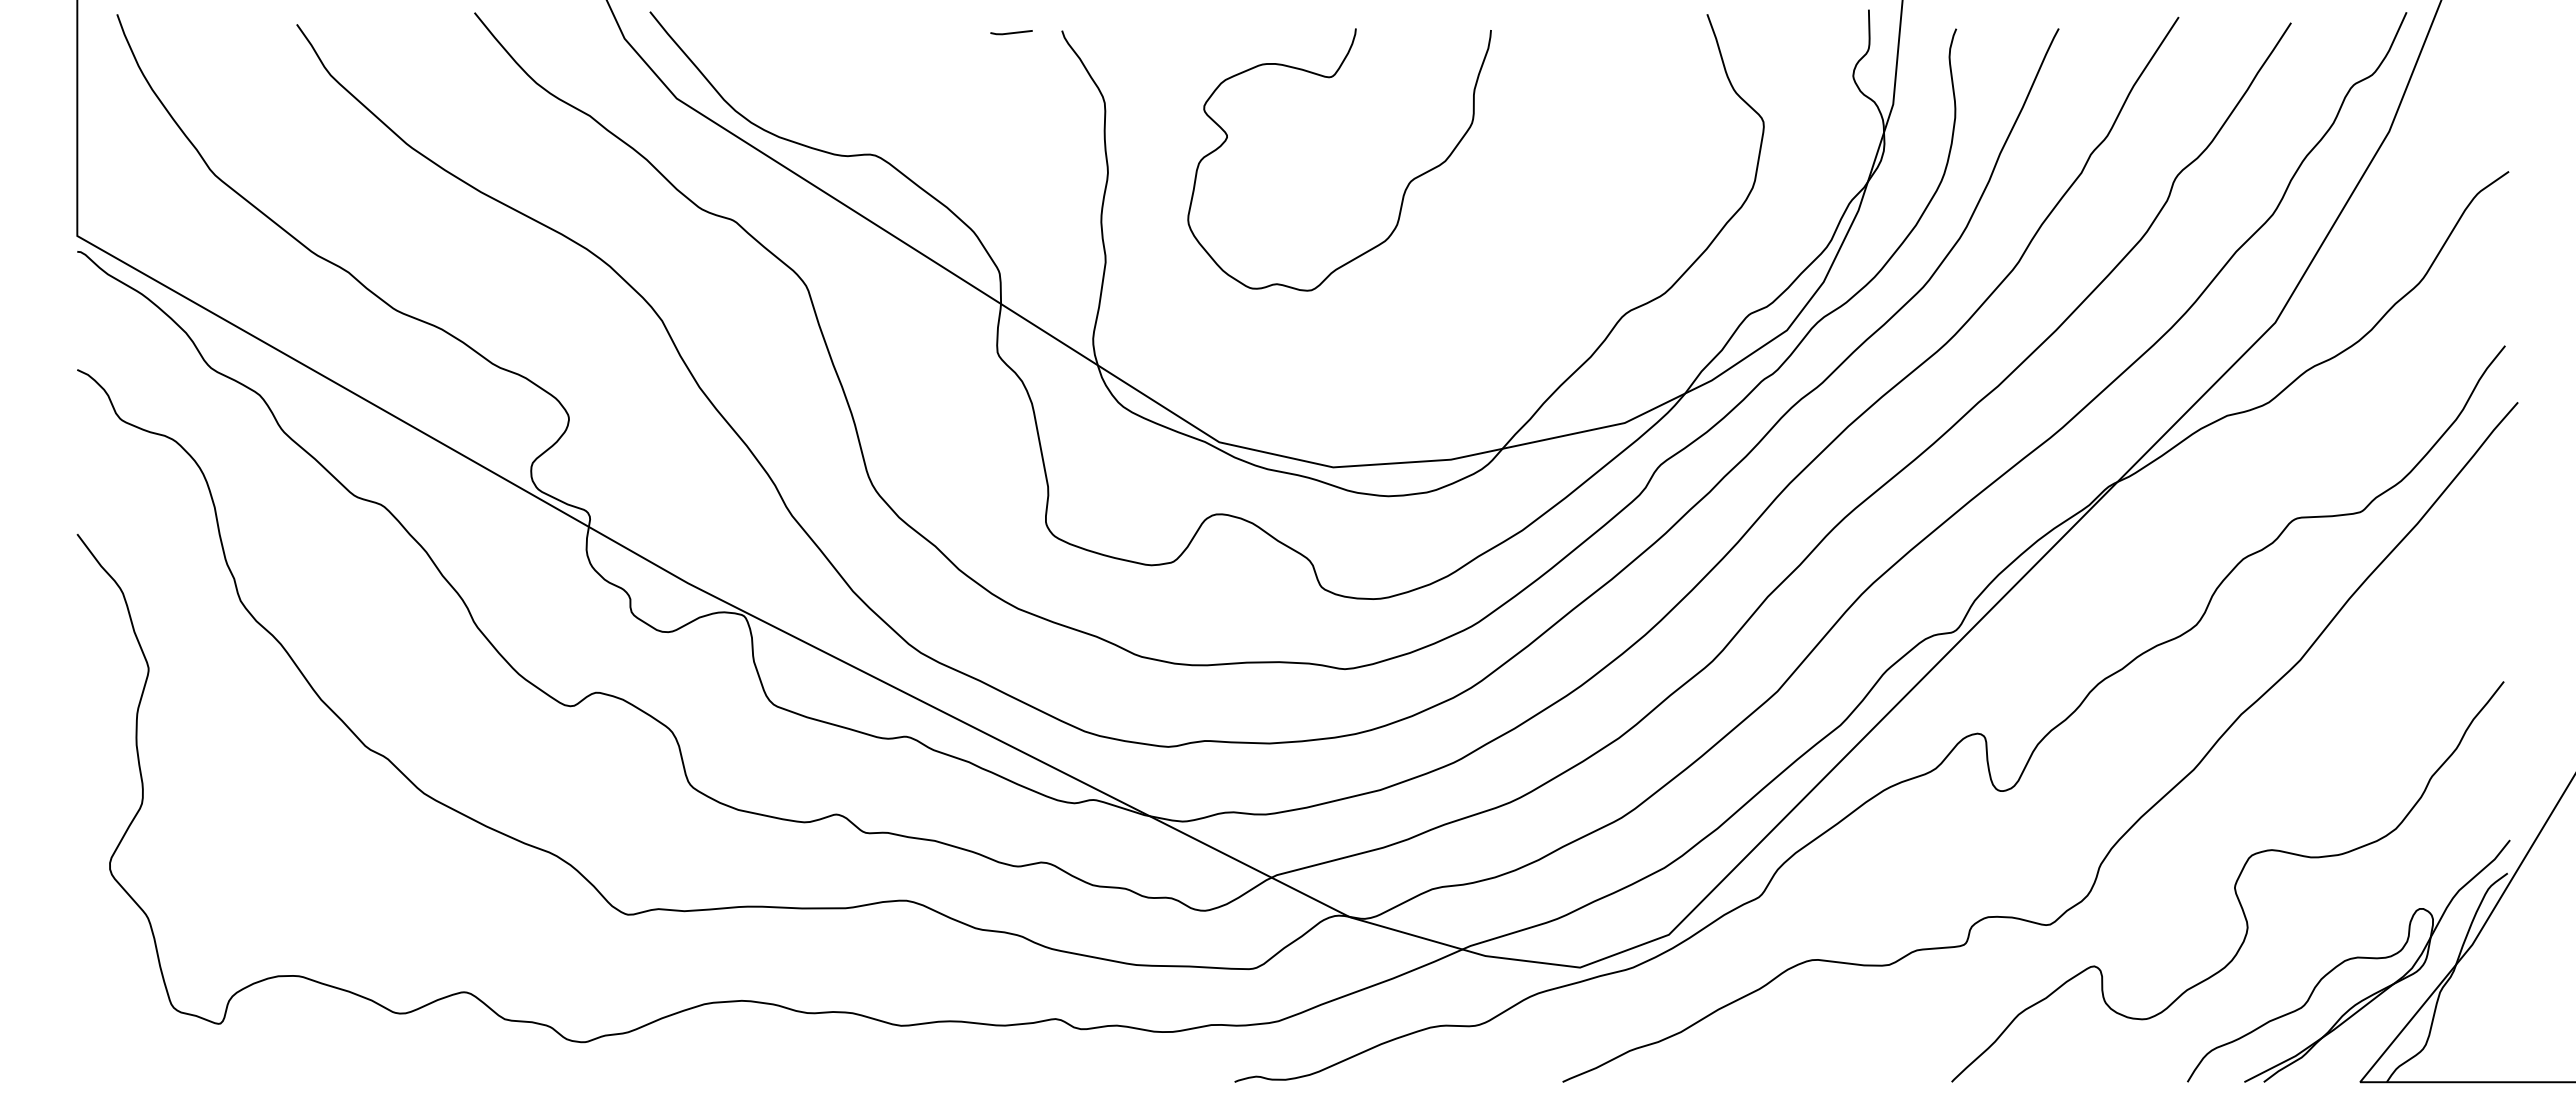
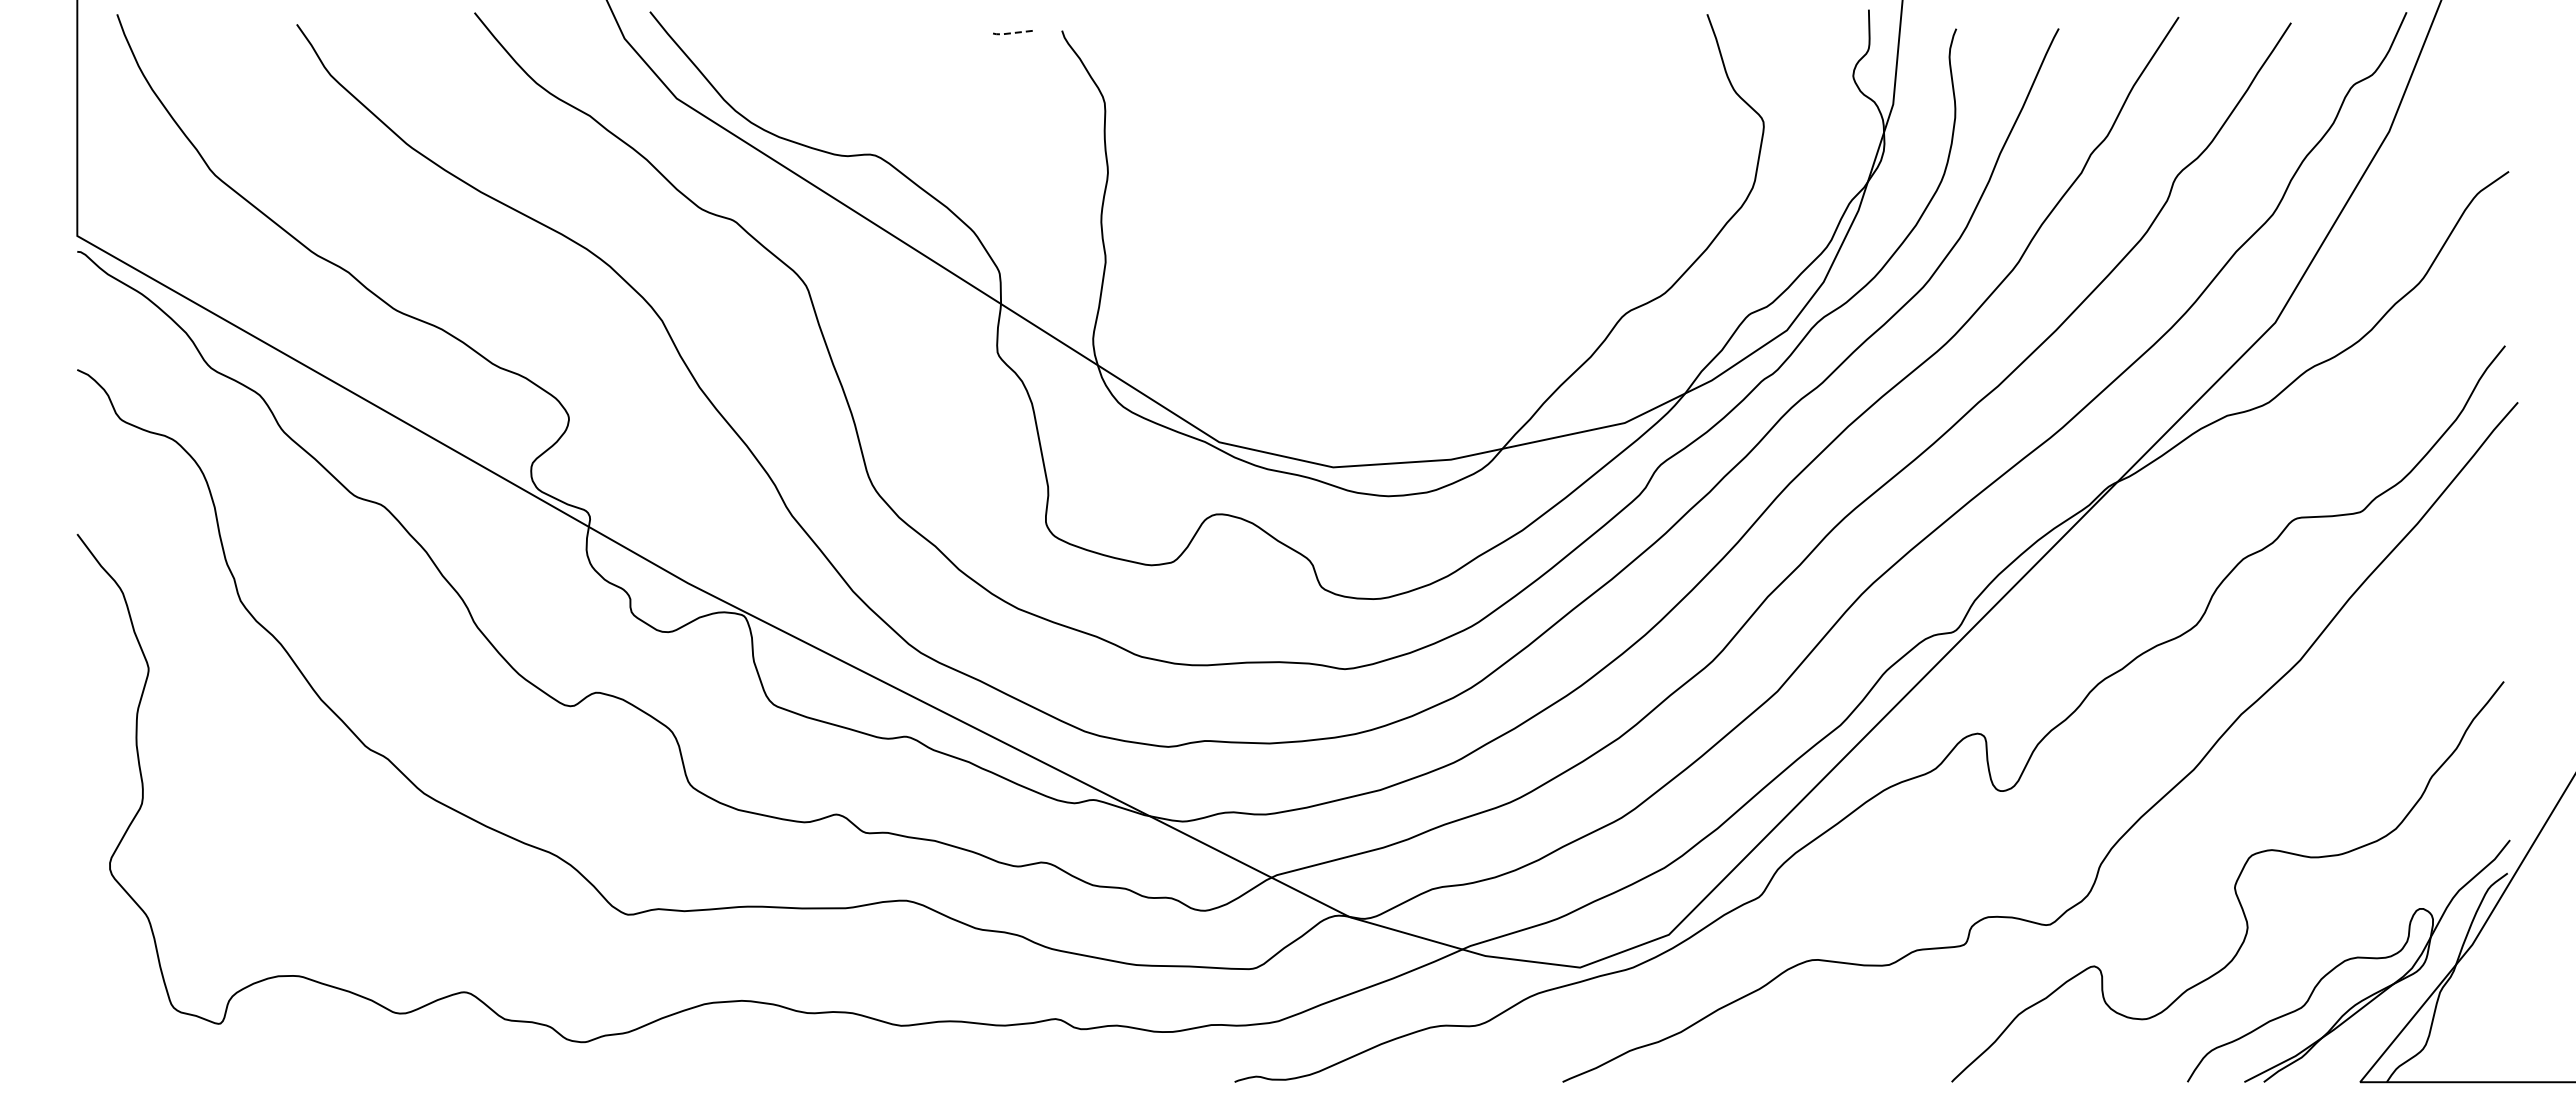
line at (1010, 33): solid -> dashed
curve at (1403, 192): present -> none
